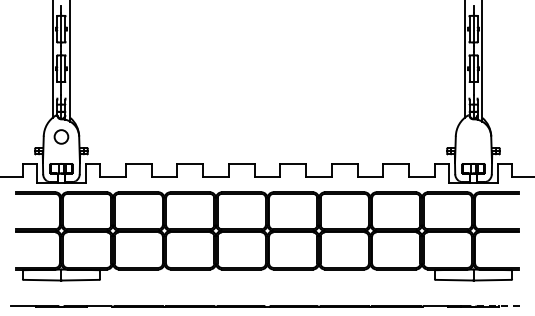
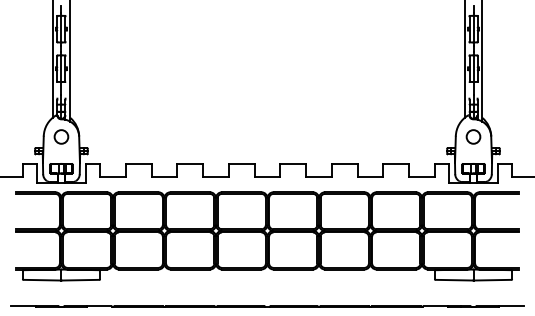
circle at (473, 136): none -> present
line at (500, 305): dashed -> solid
